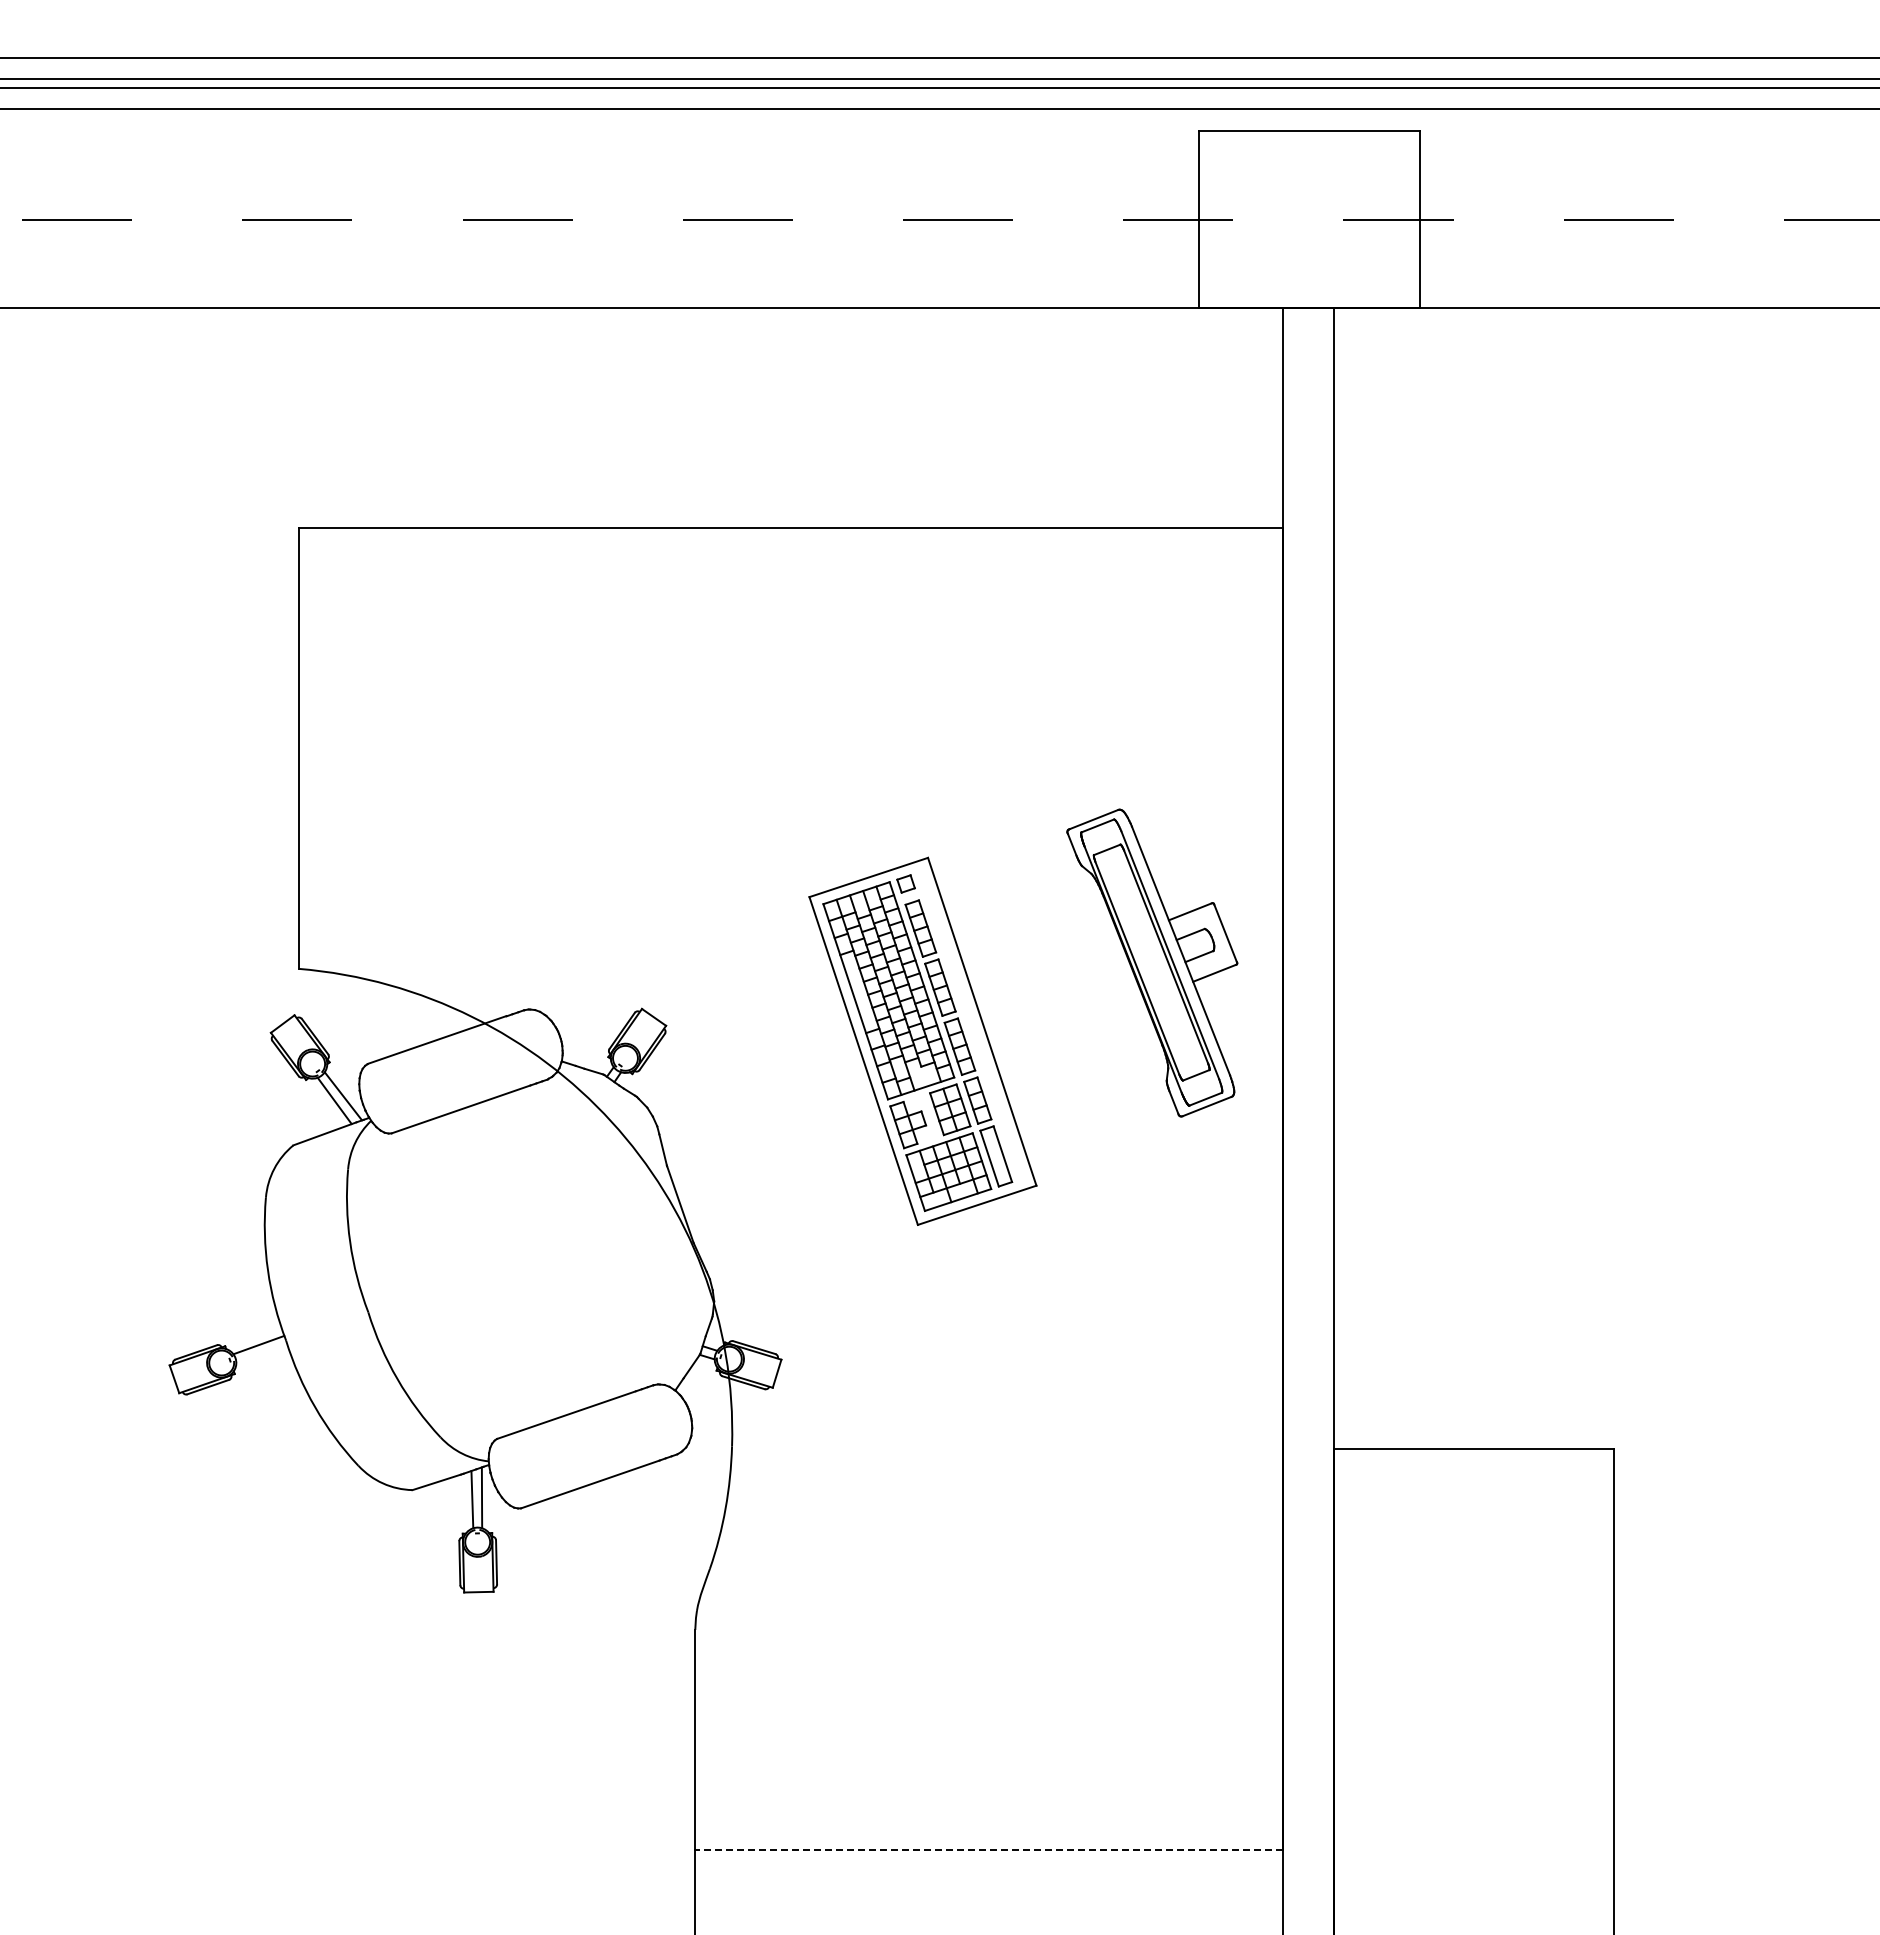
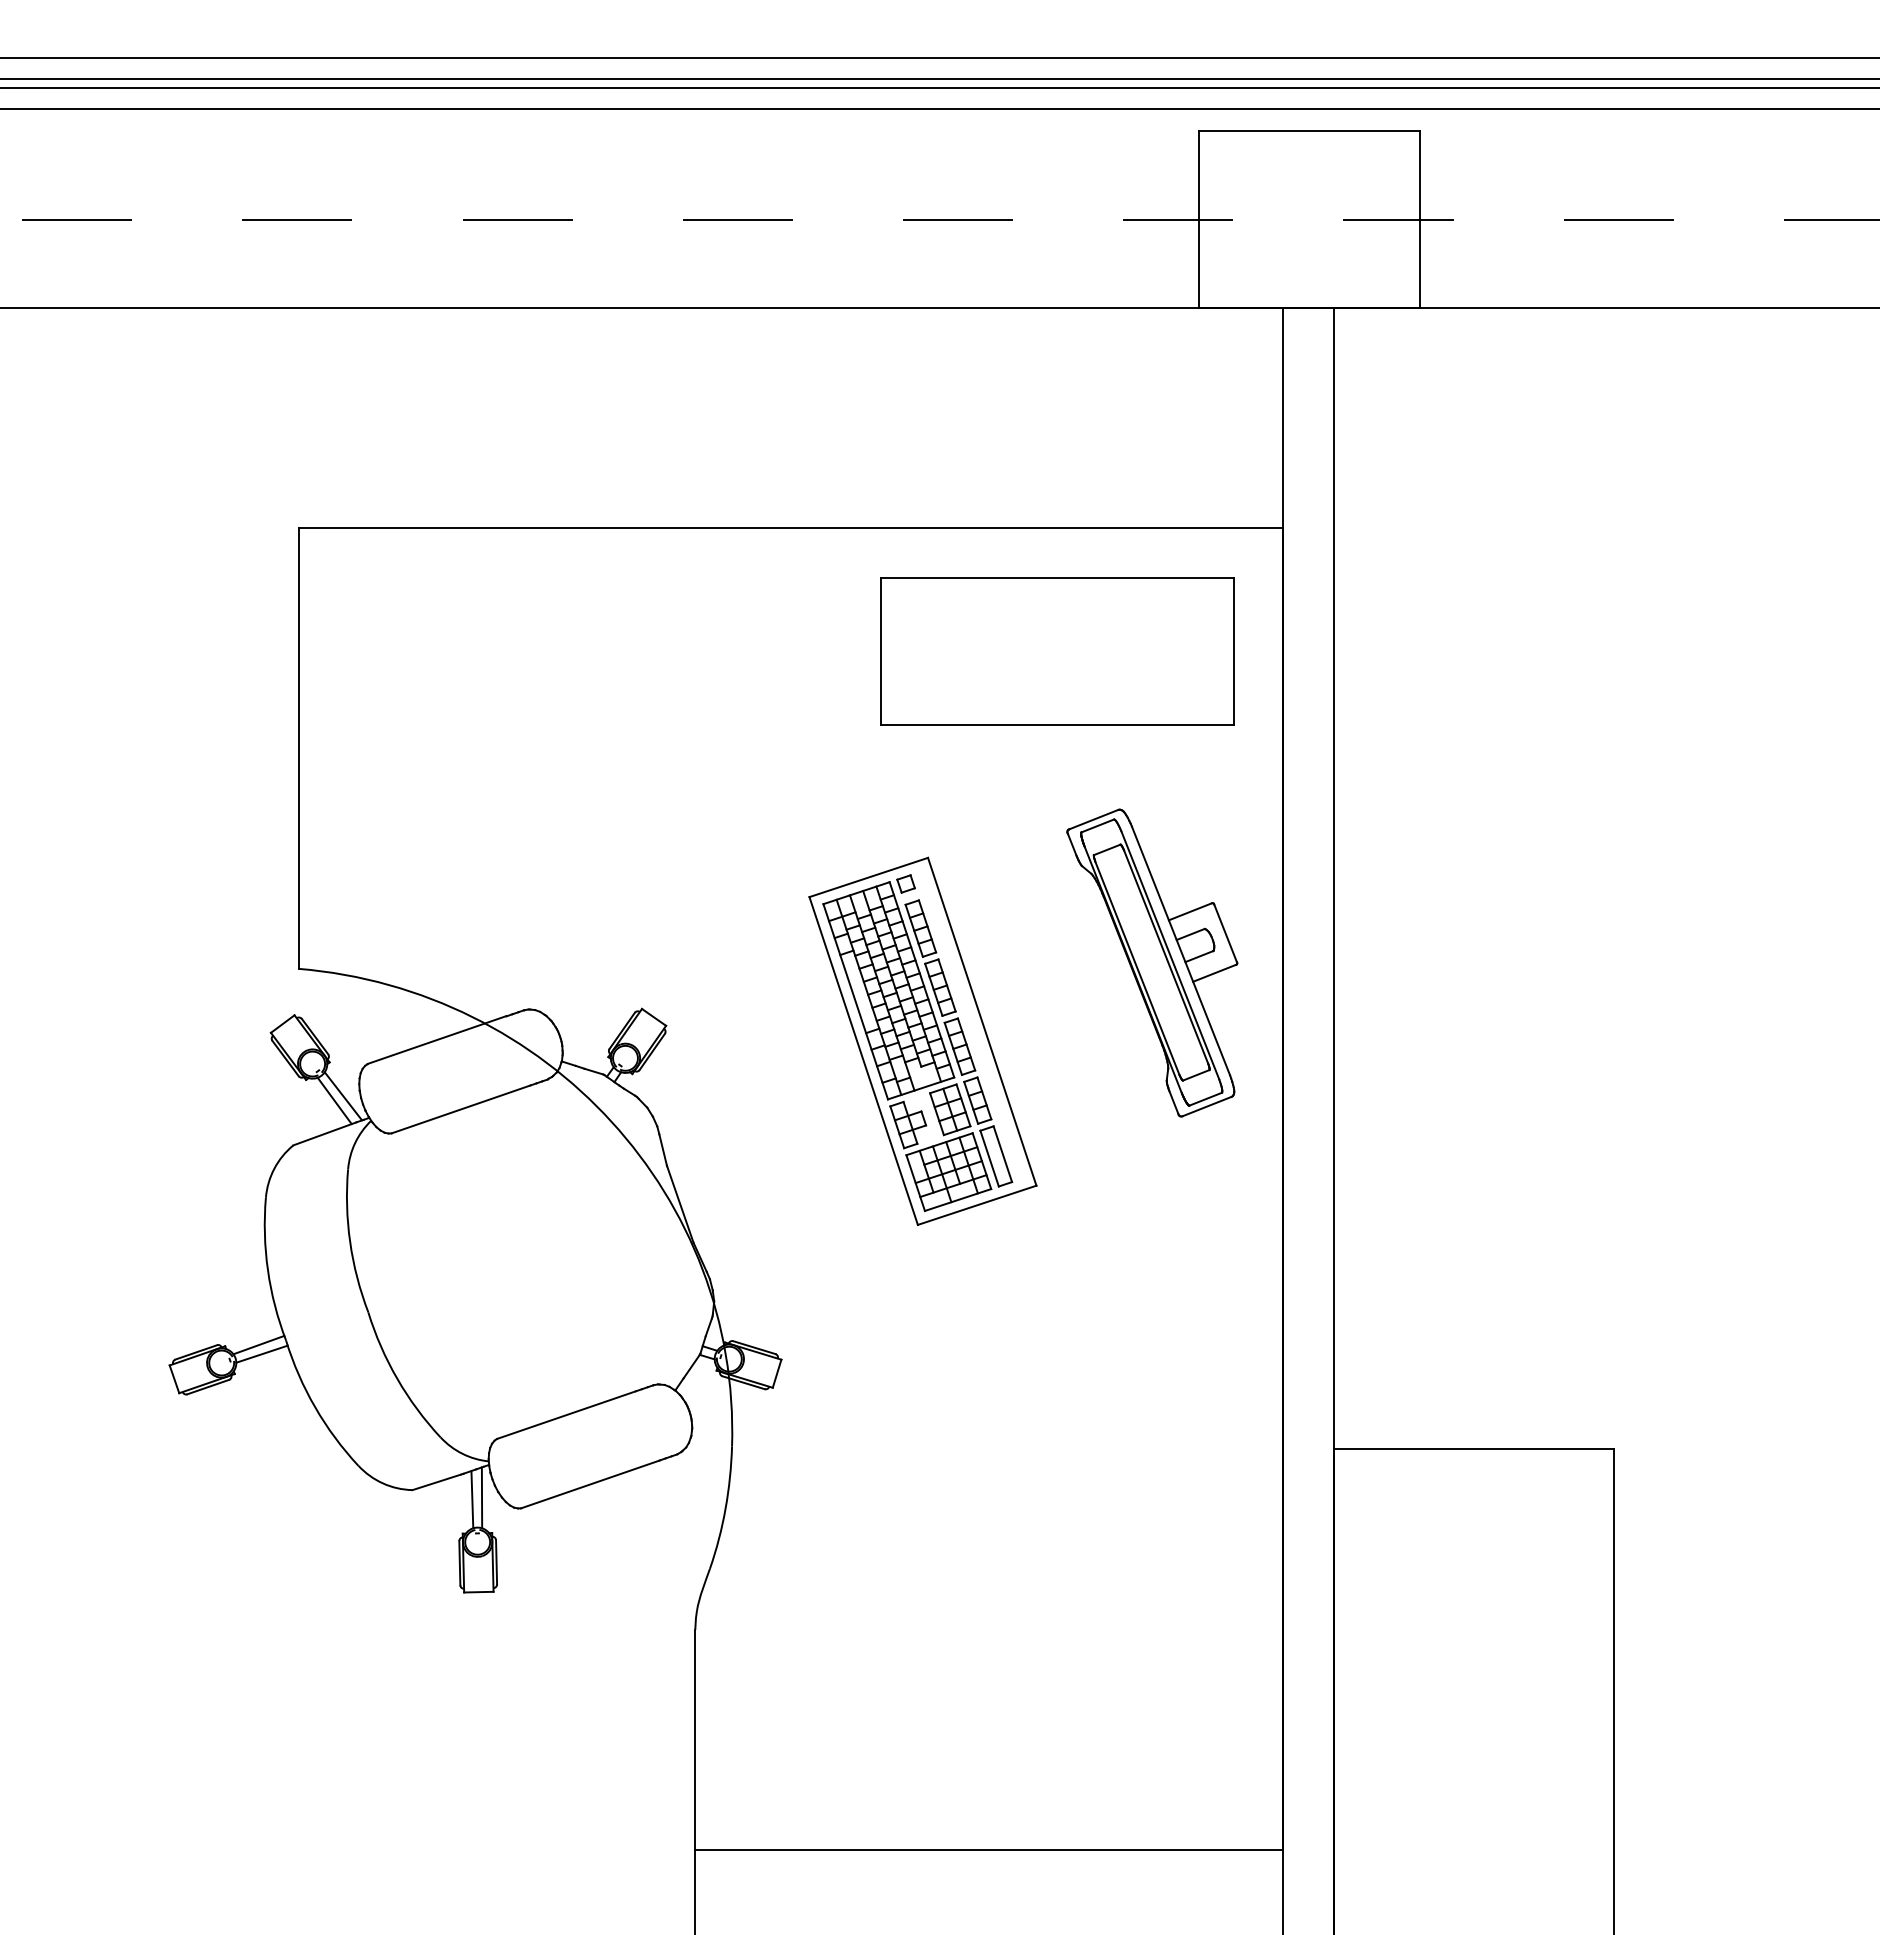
part at (1057, 651): none -> present
line at (261, 1353): none -> present
line at (989, 1850): dashed -> solid
